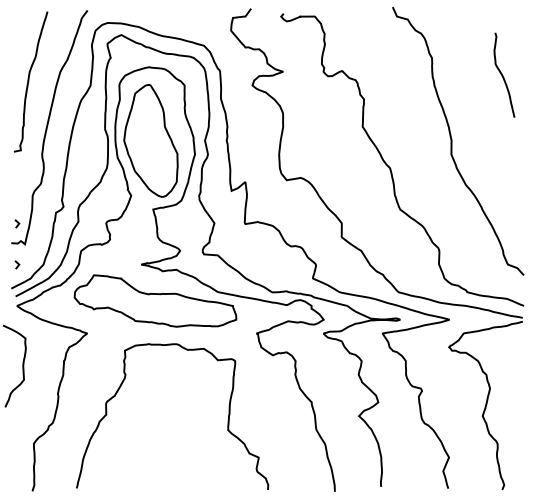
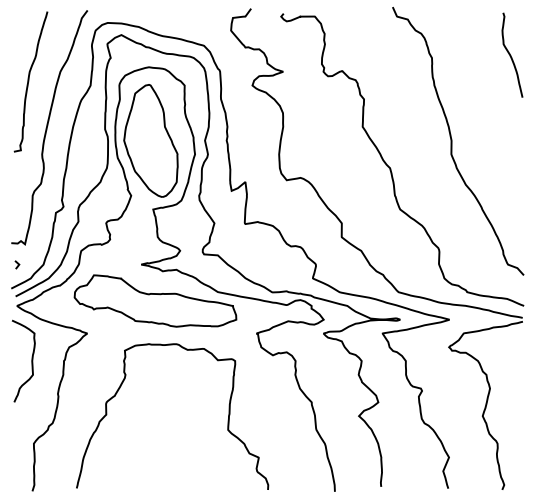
curve at (503, 75) position: (503, 75) -> (511, 55)
line at (17, 223): present -> none
curve at (22, 365) position: (22, 365) -> (31, 360)
